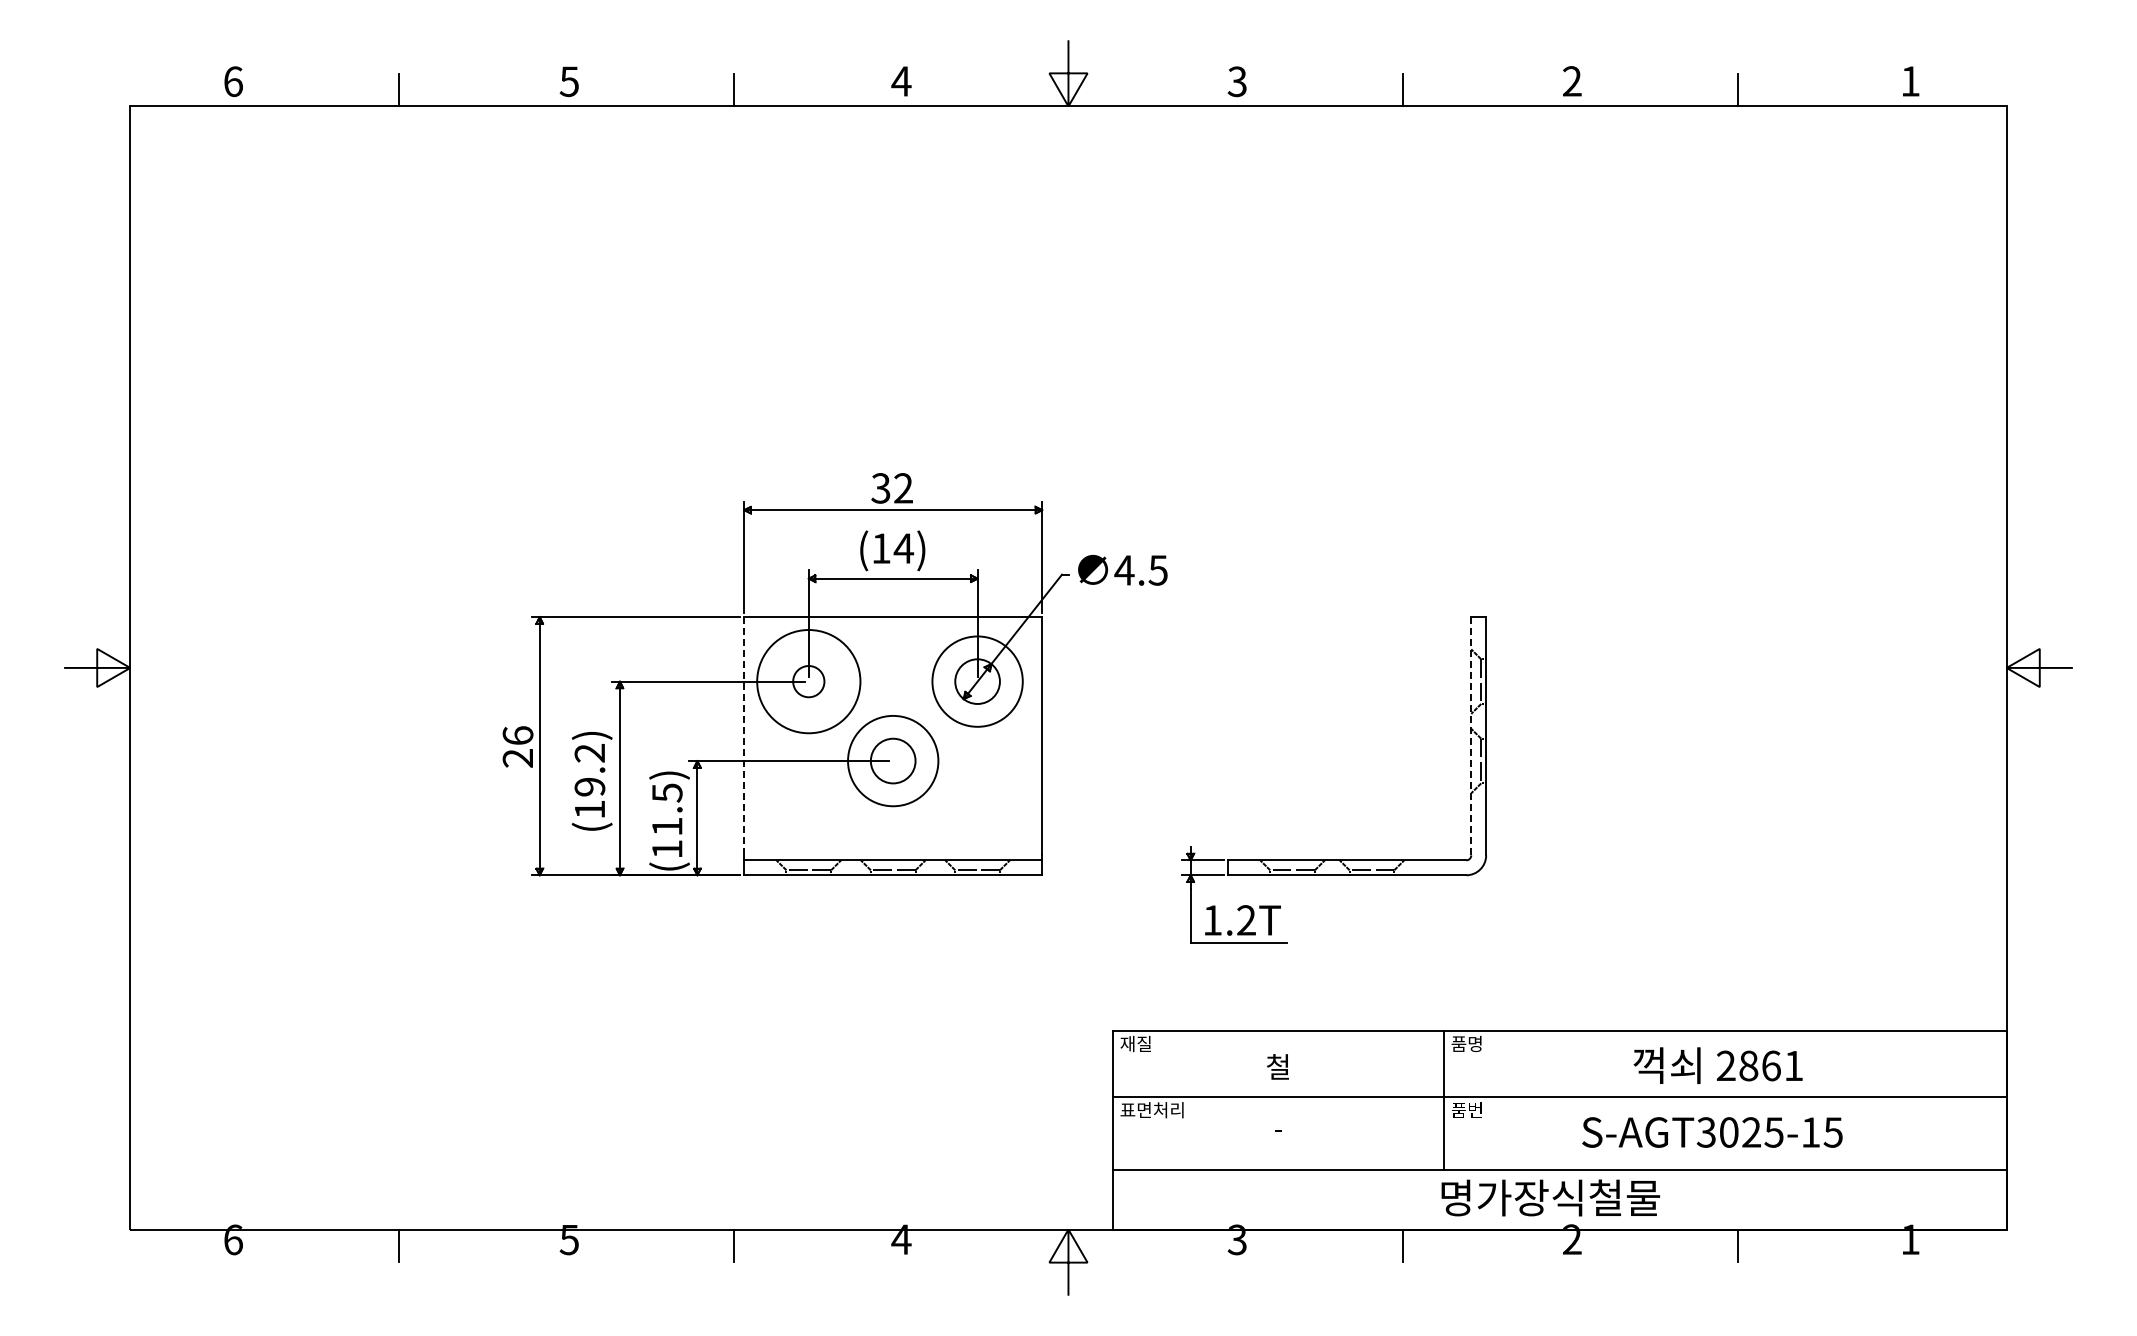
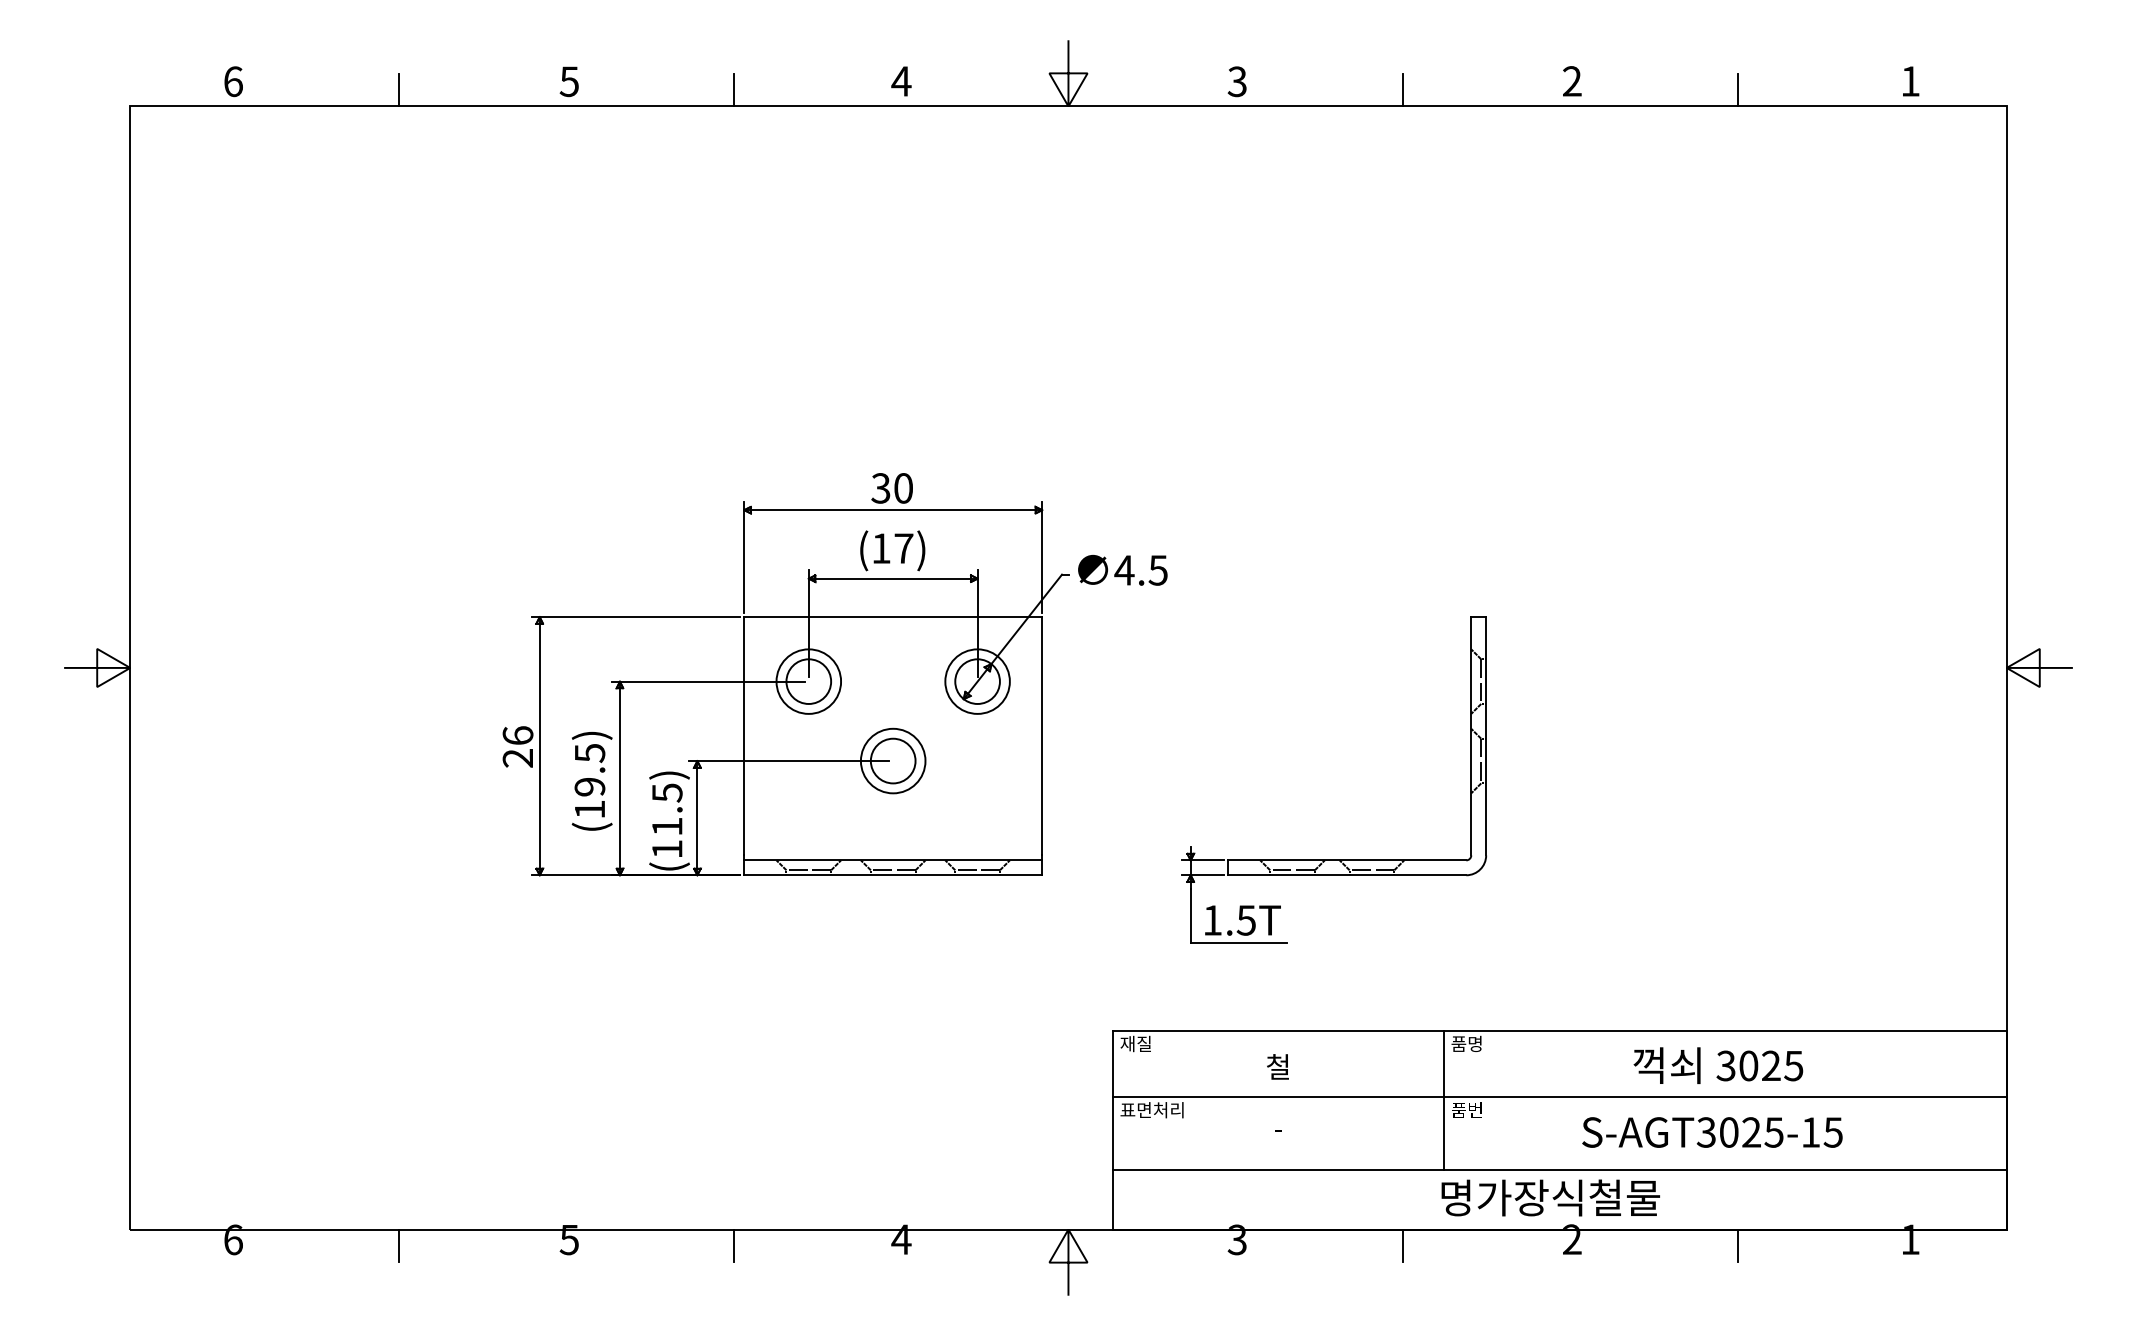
text at (903, 488): 32 -> 30
text at (903, 548): (14) -> (17)
circle at (808, 681) diameter: 103 px -> 65 px
circle at (808, 681) diameter: 31 px -> 45 px
circle at (977, 681) diameter: 90 px -> 65 px
line at (744, 735): dashed -> solid
line at (1471, 736): dashed -> solid
text at (589, 753): (19.2) -> (19.5)
circle at (893, 760) diameter: 90 px -> 65 px
text at (1245, 920): 1.2T -> 1.5T
text at (1759, 1065): 2861 -> 3025
